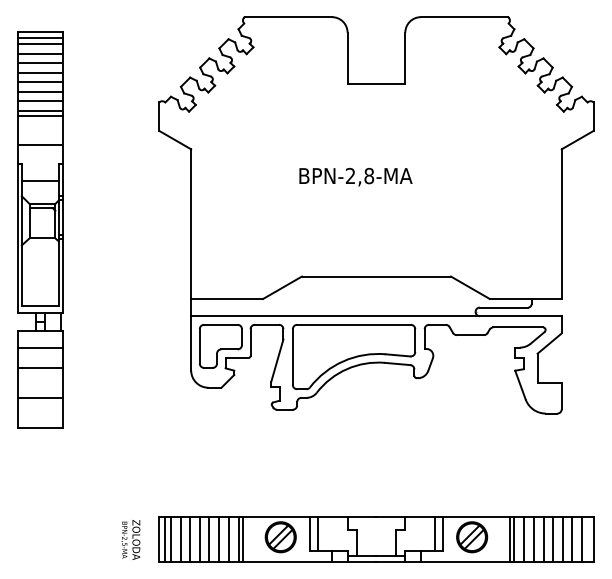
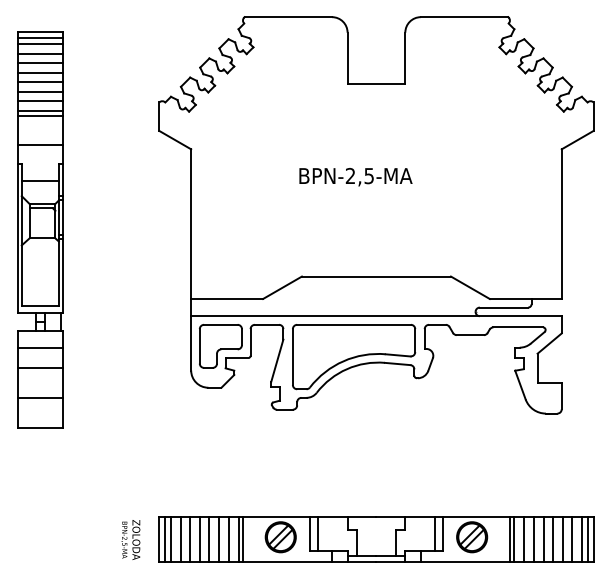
text at (369, 175): BPN-2,8-MA -> BPN-2,5-MA
line at (587, 539): none -> present
